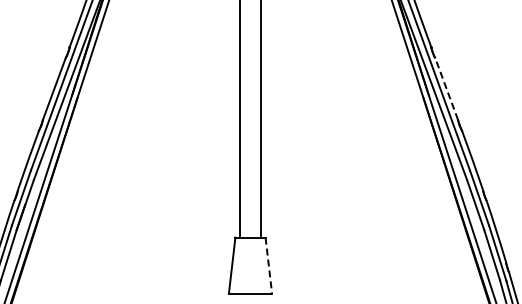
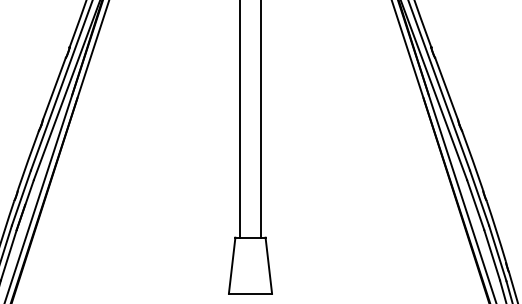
line at (446, 89): dashed -> solid
line at (268, 266): dashed -> solid
